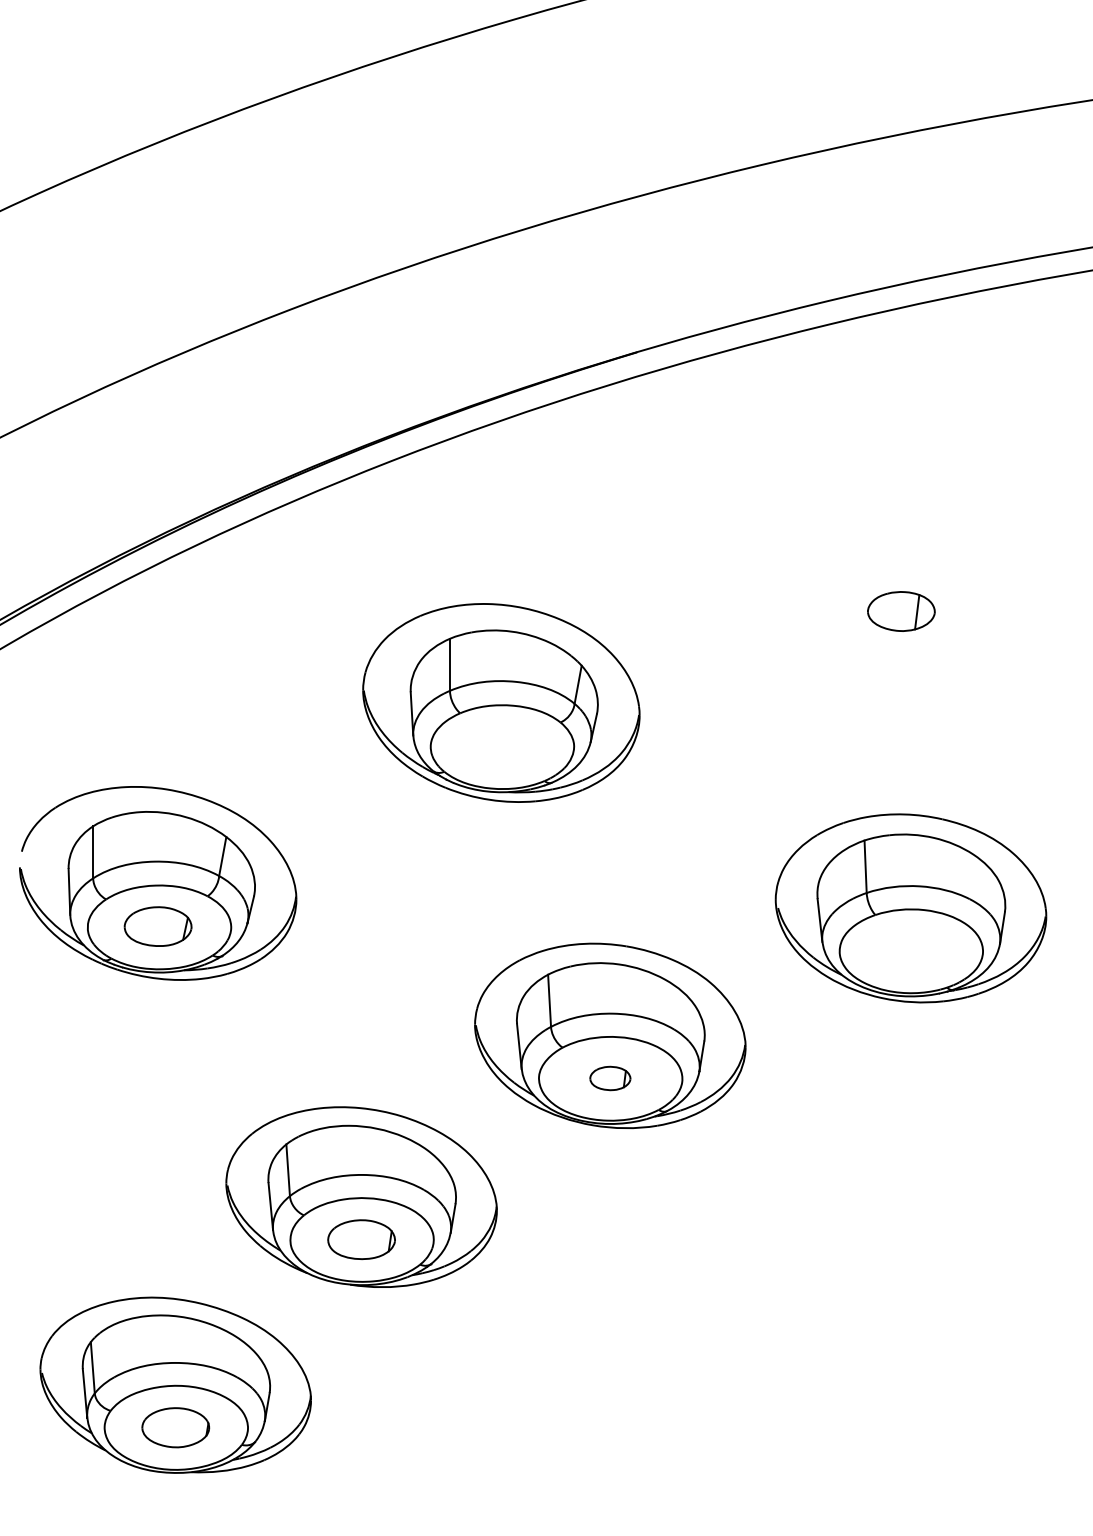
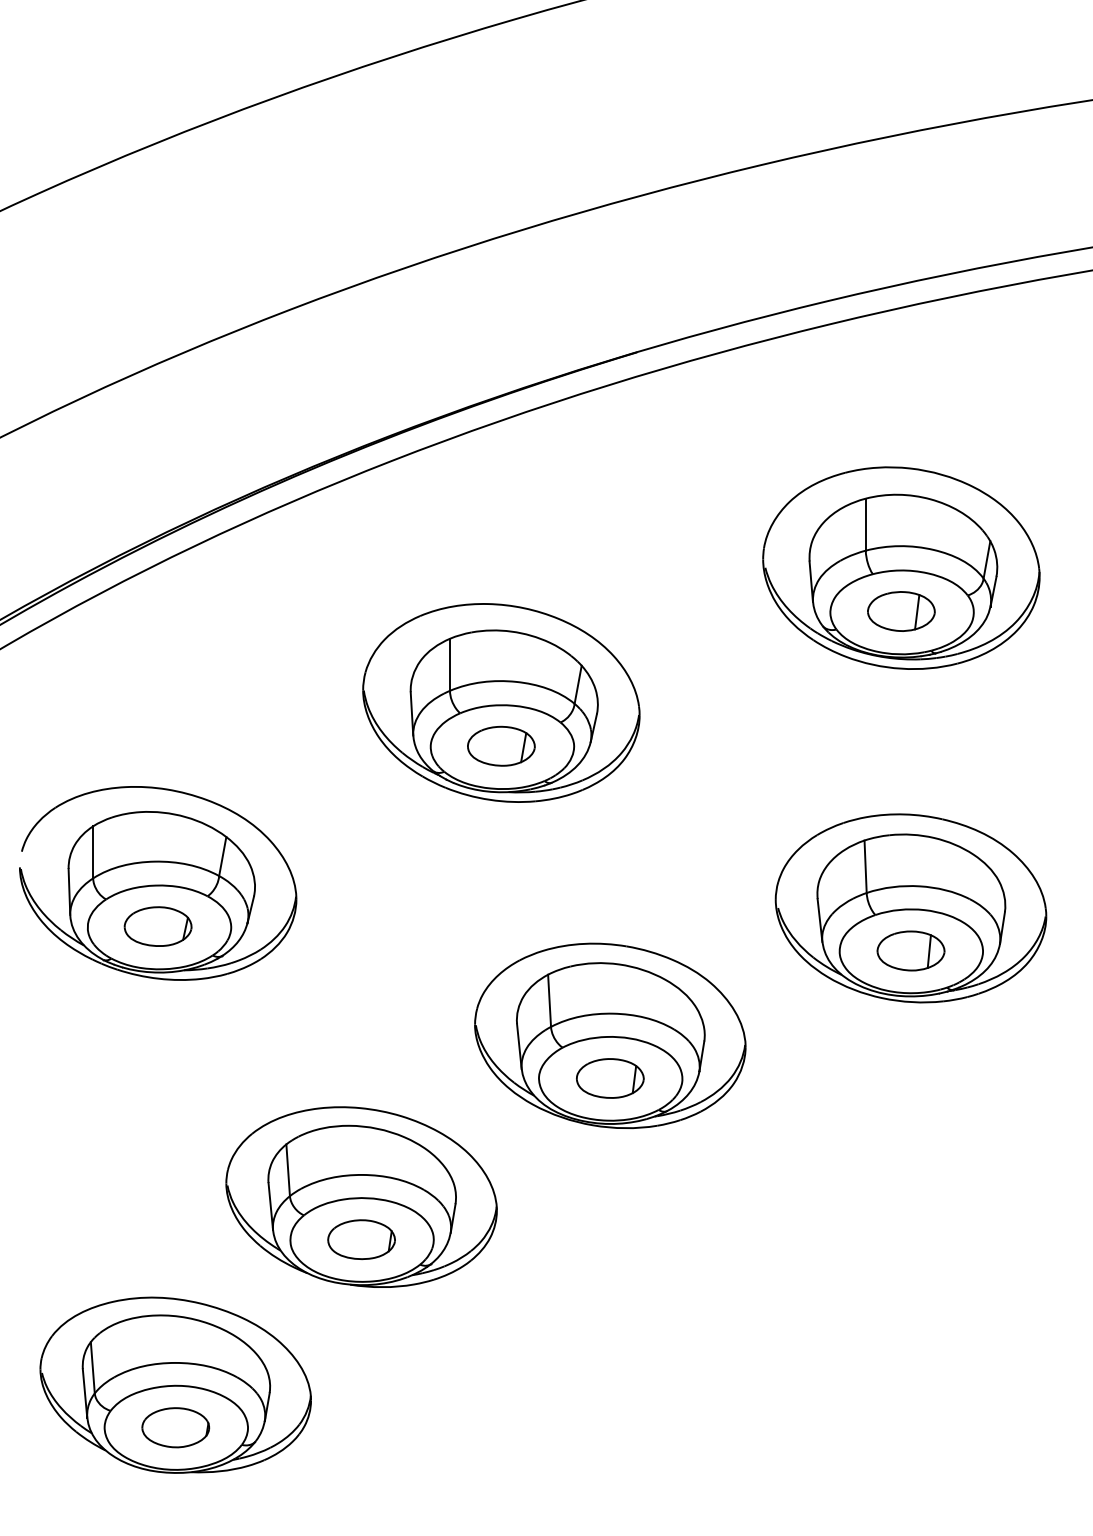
part at (901, 567): none -> present
part at (501, 745): none -> present
part at (910, 950): none -> present
part at (610, 1078) size: 43x27 px -> 69x41 px
